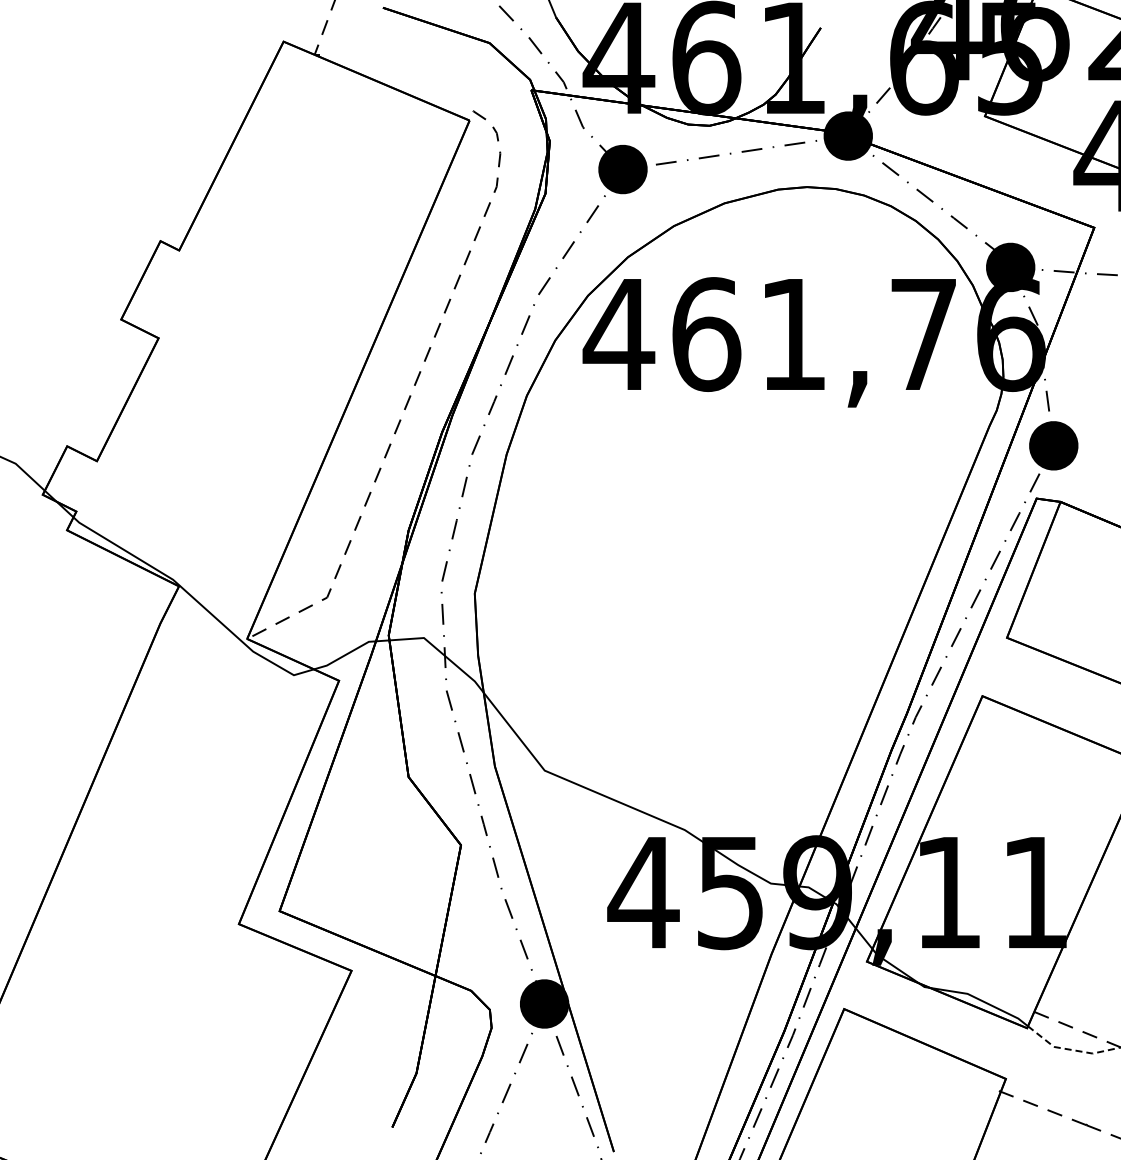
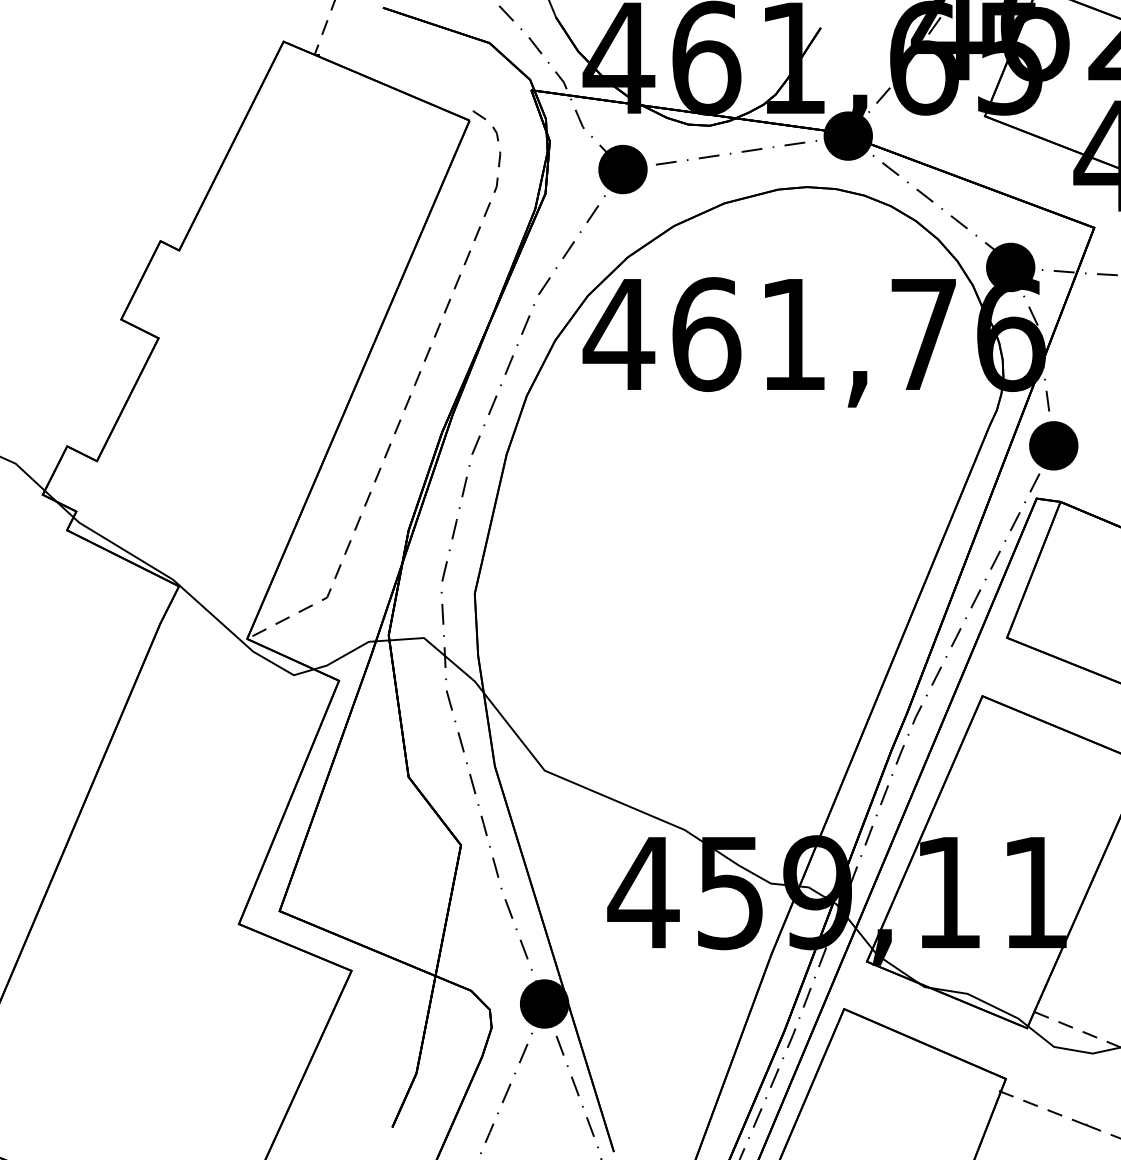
line at (1071, 1049): dashed -> solid
